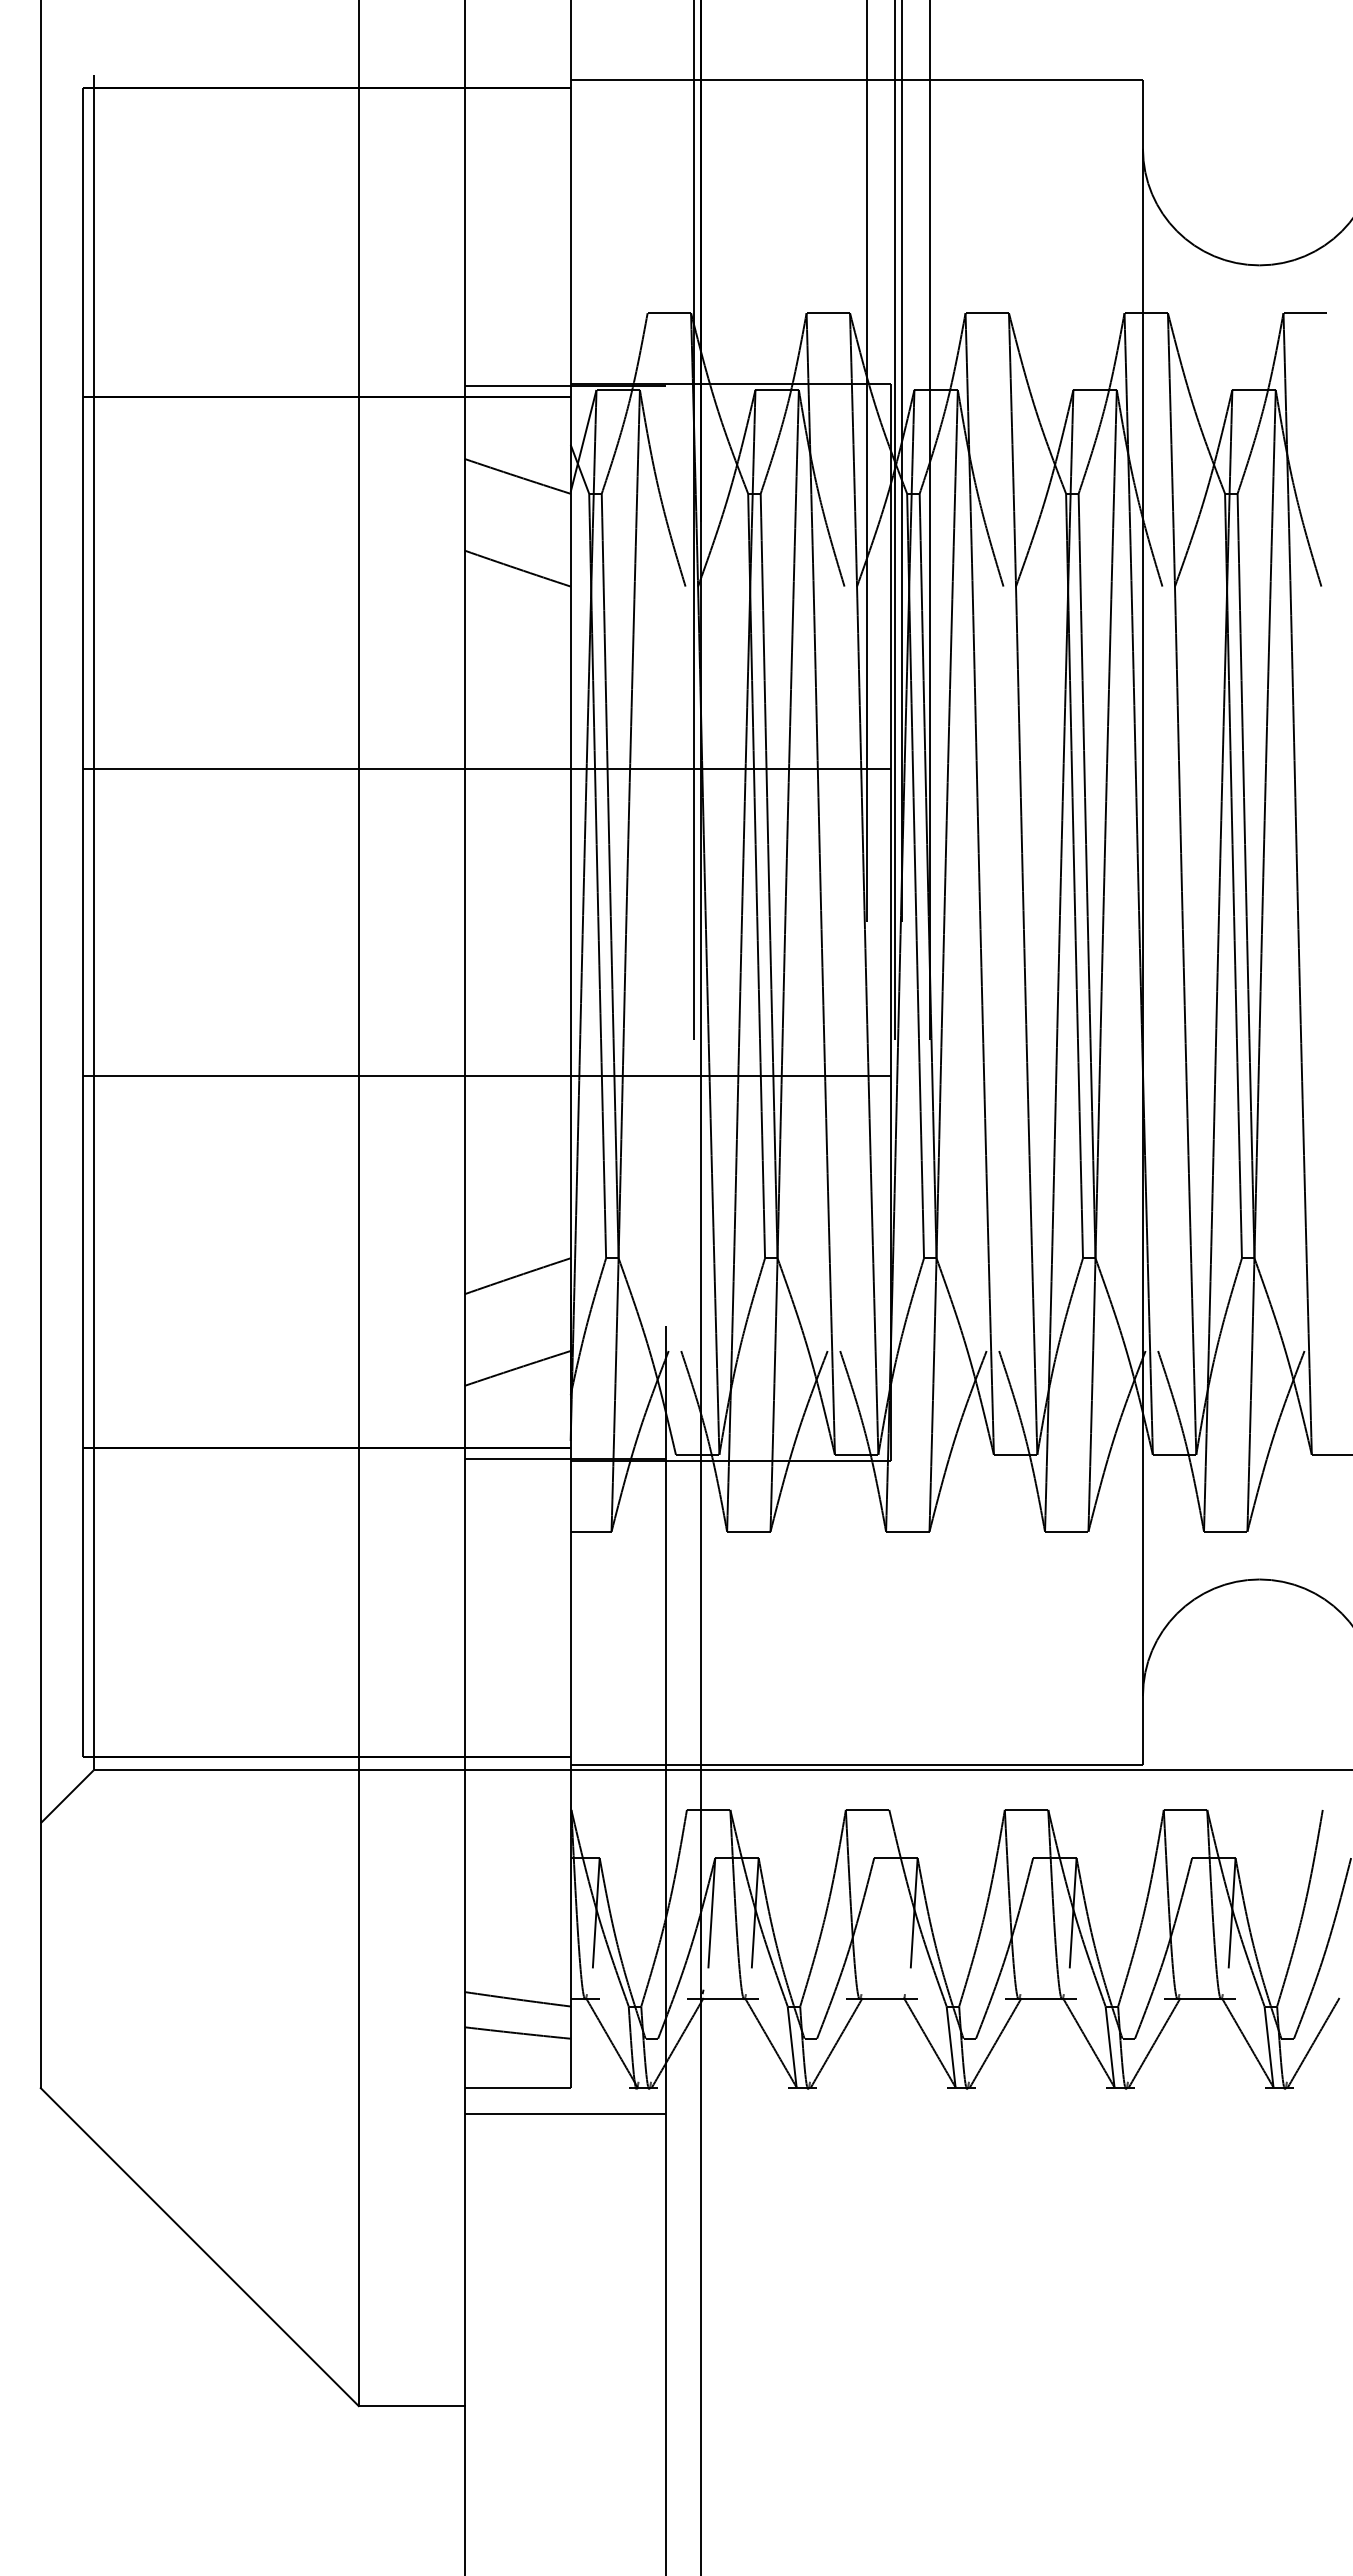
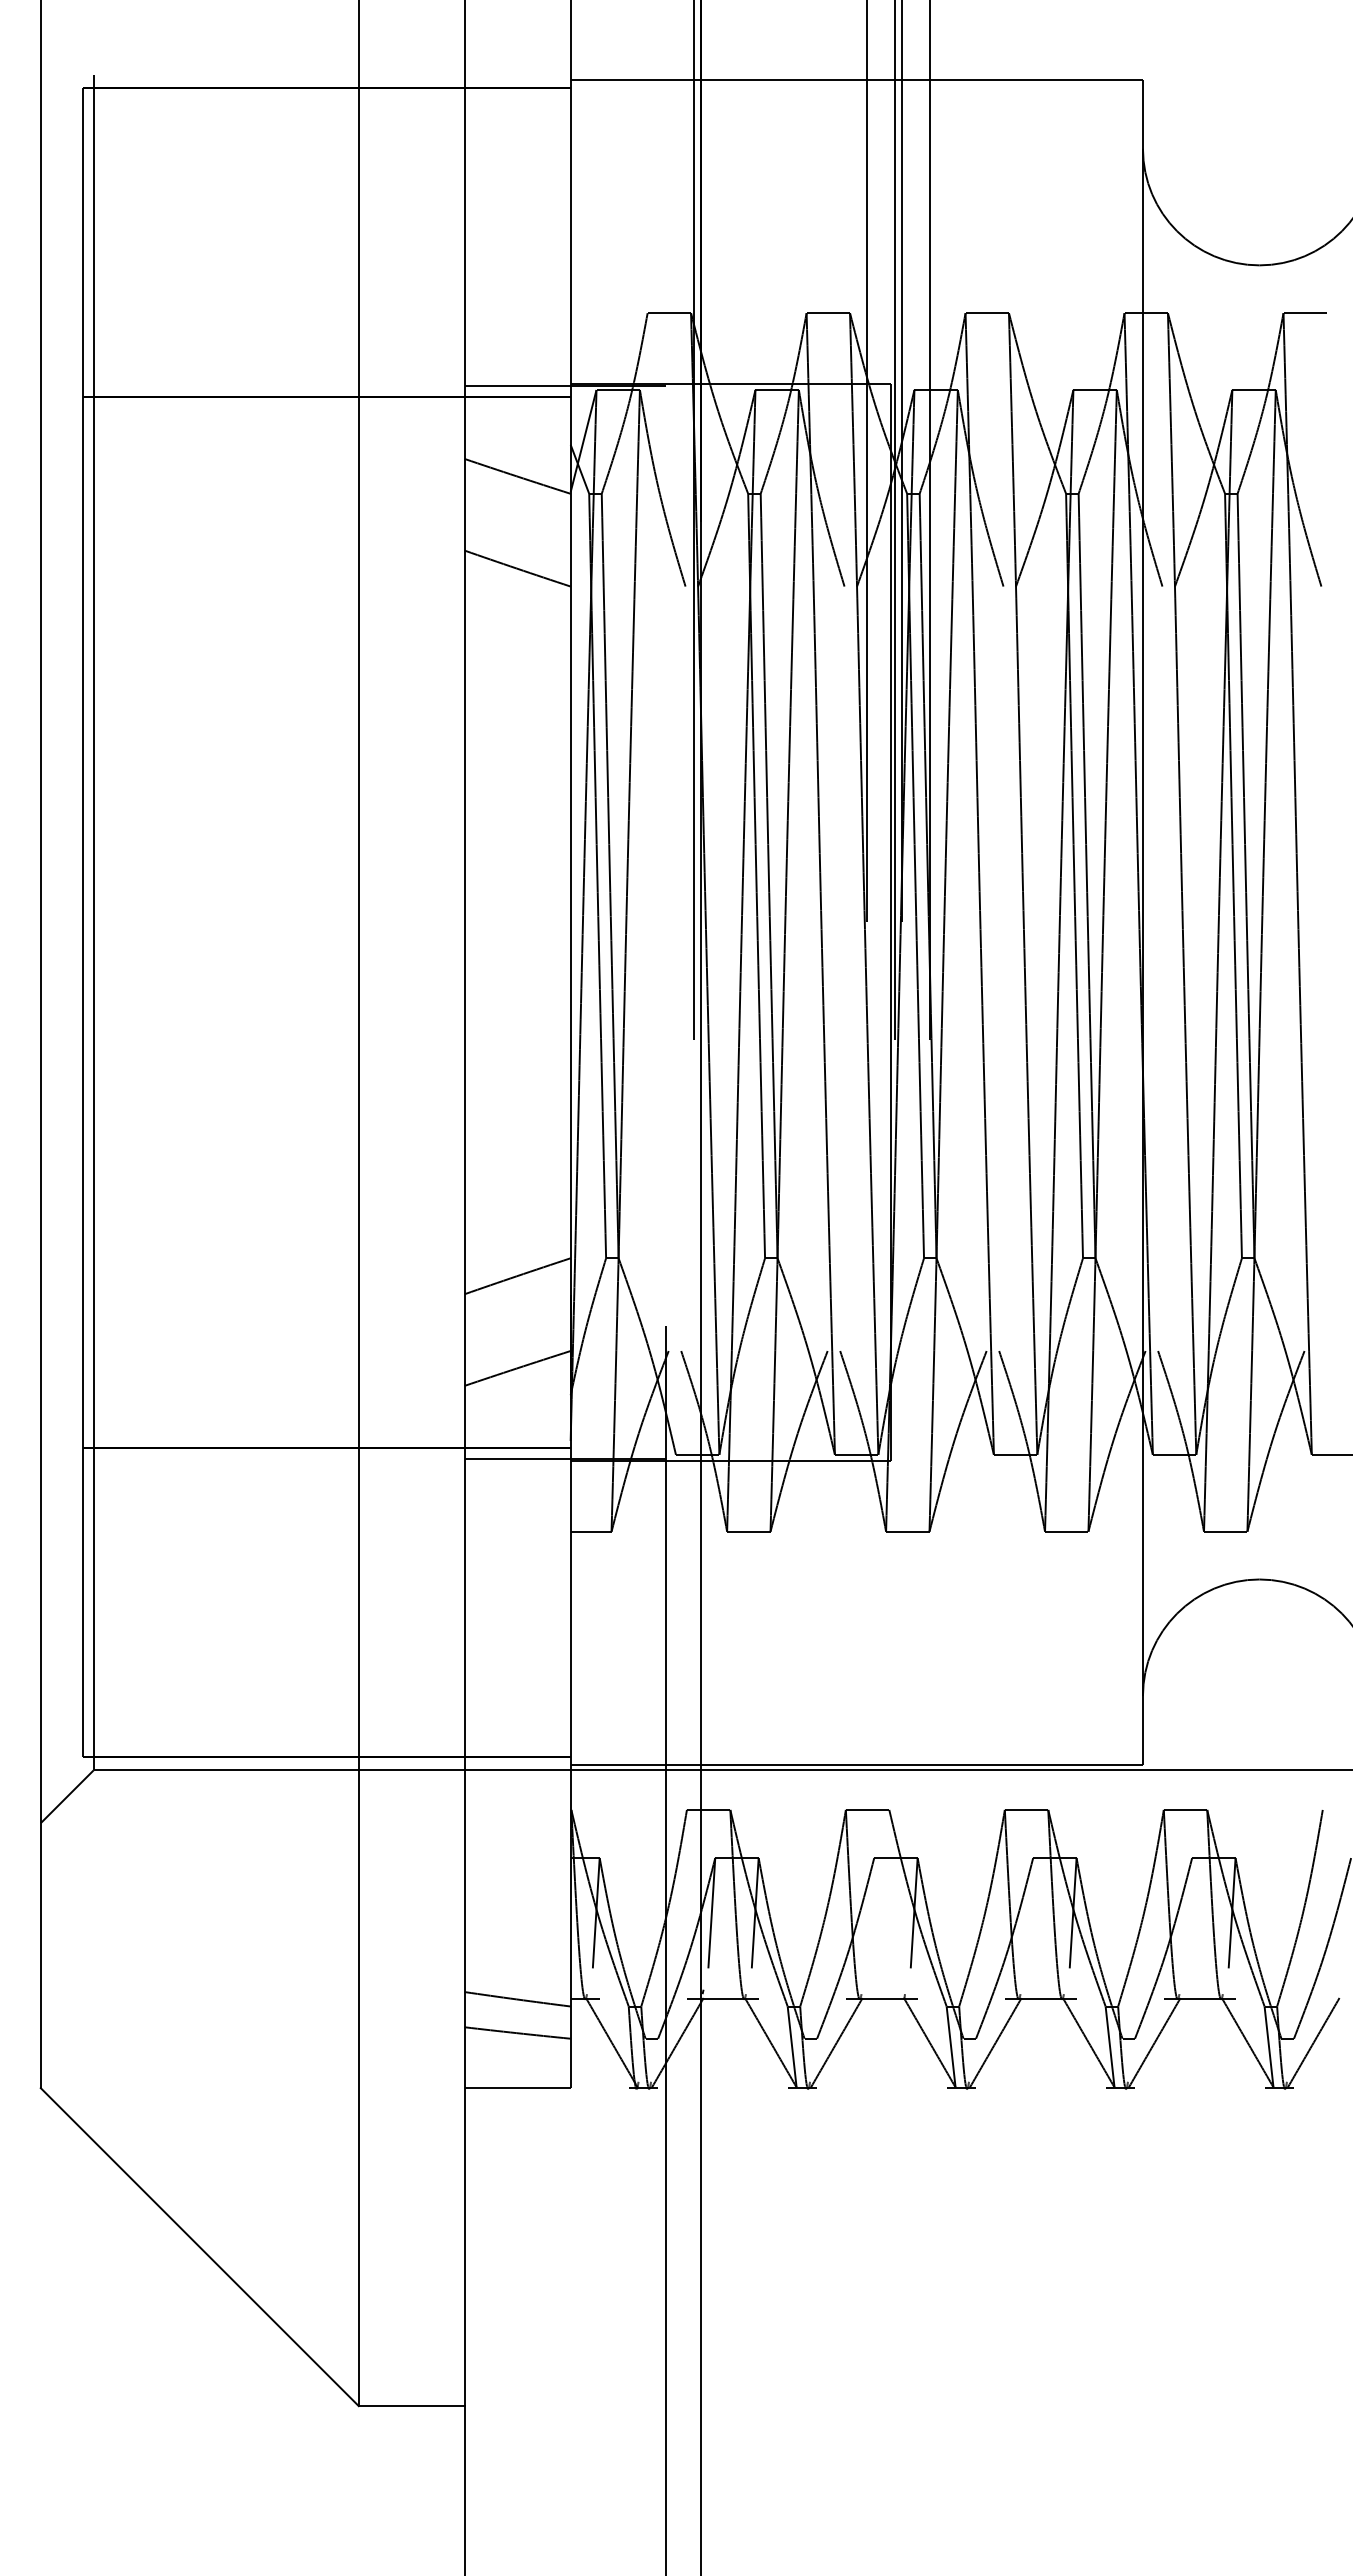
line at (486, 769): present -> none
line at (486, 1075): present -> none
line at (564, 2113): present -> none
